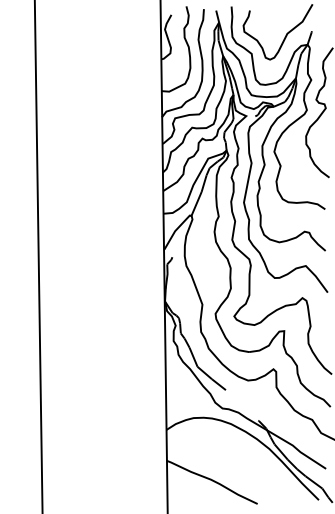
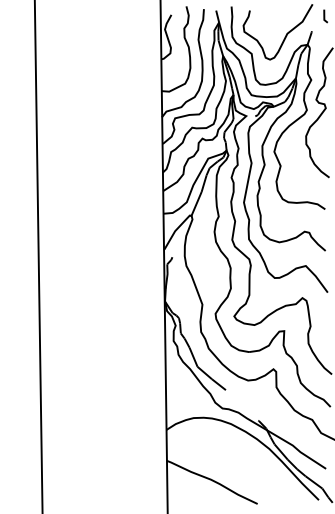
line at (325, 16): none -> present
